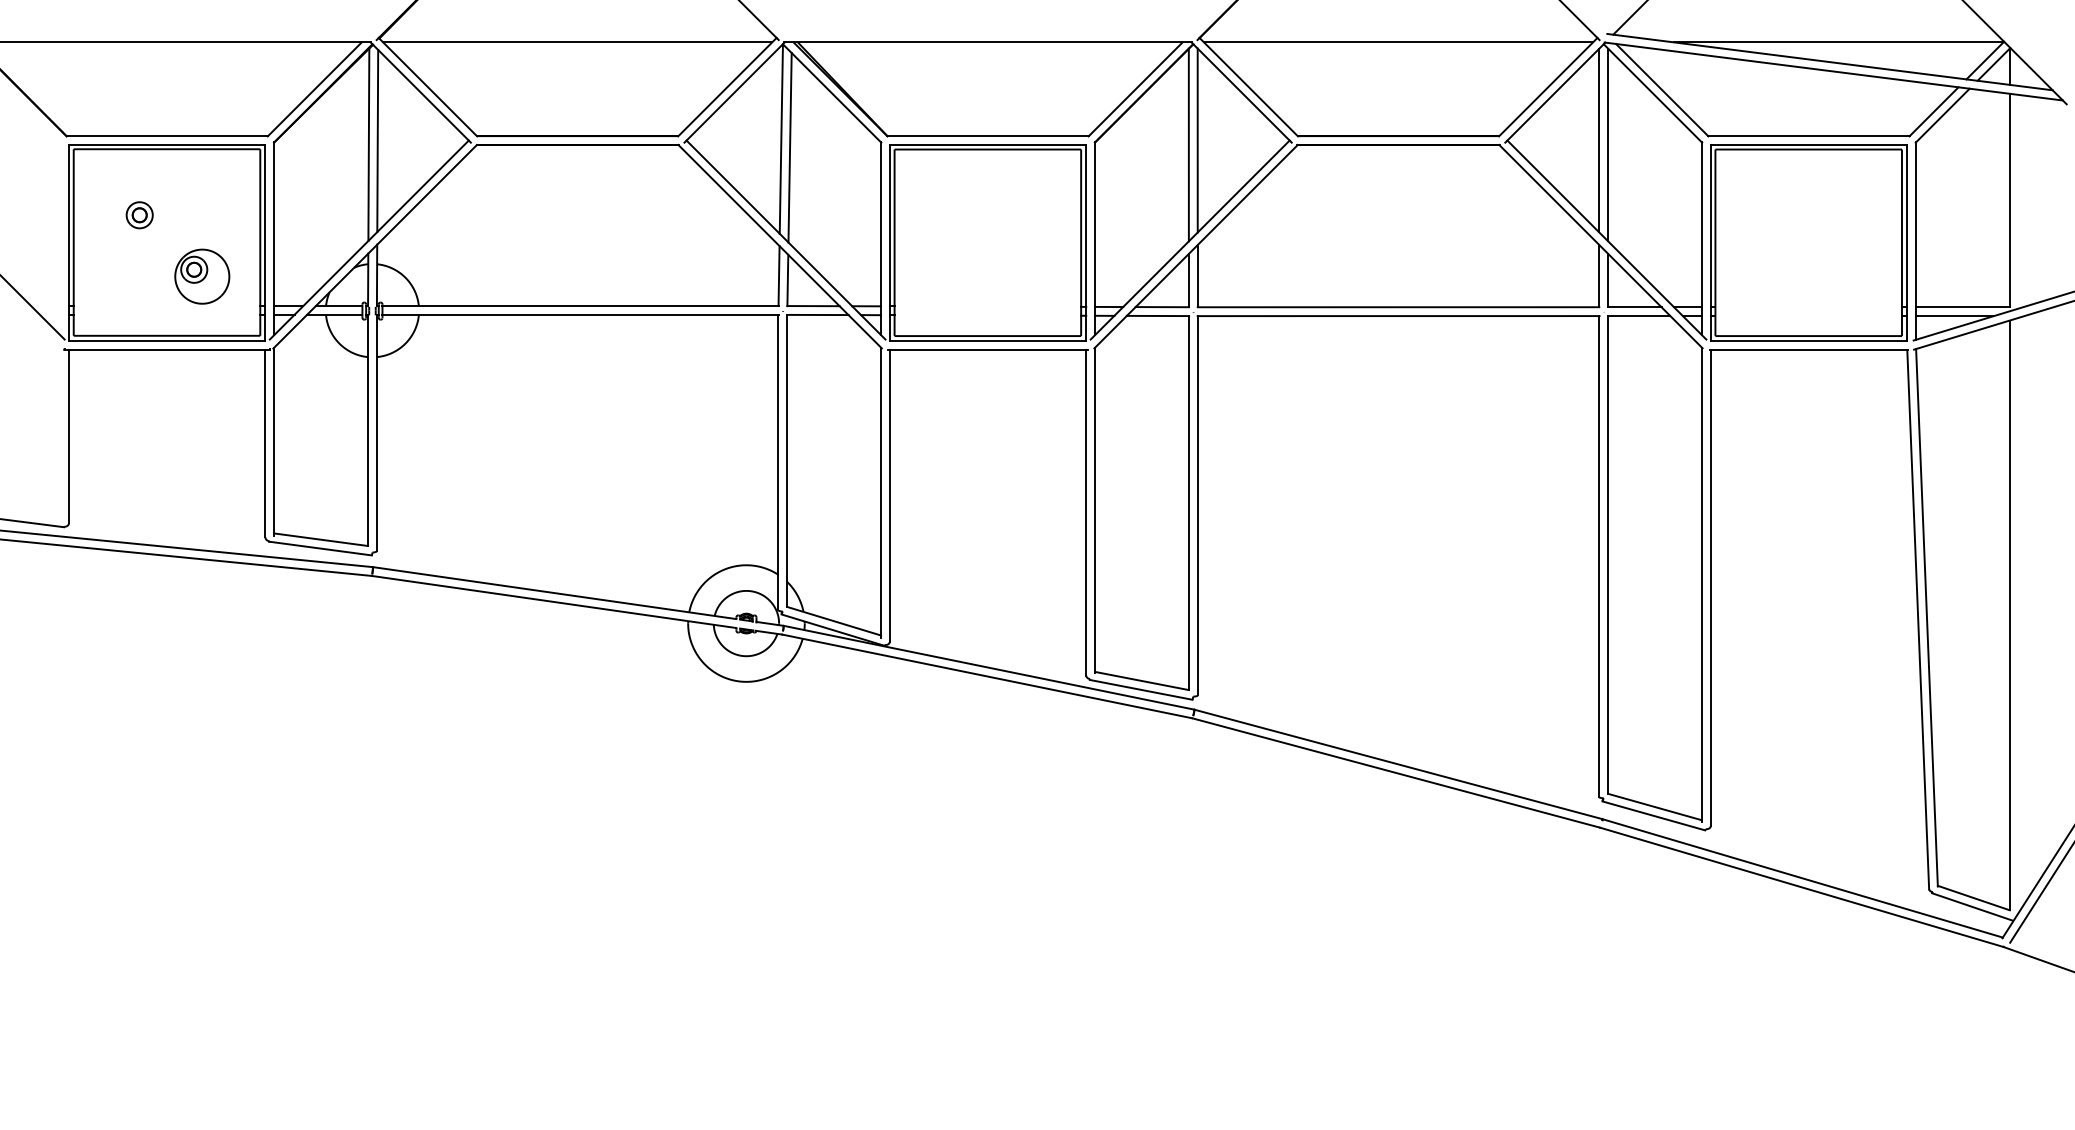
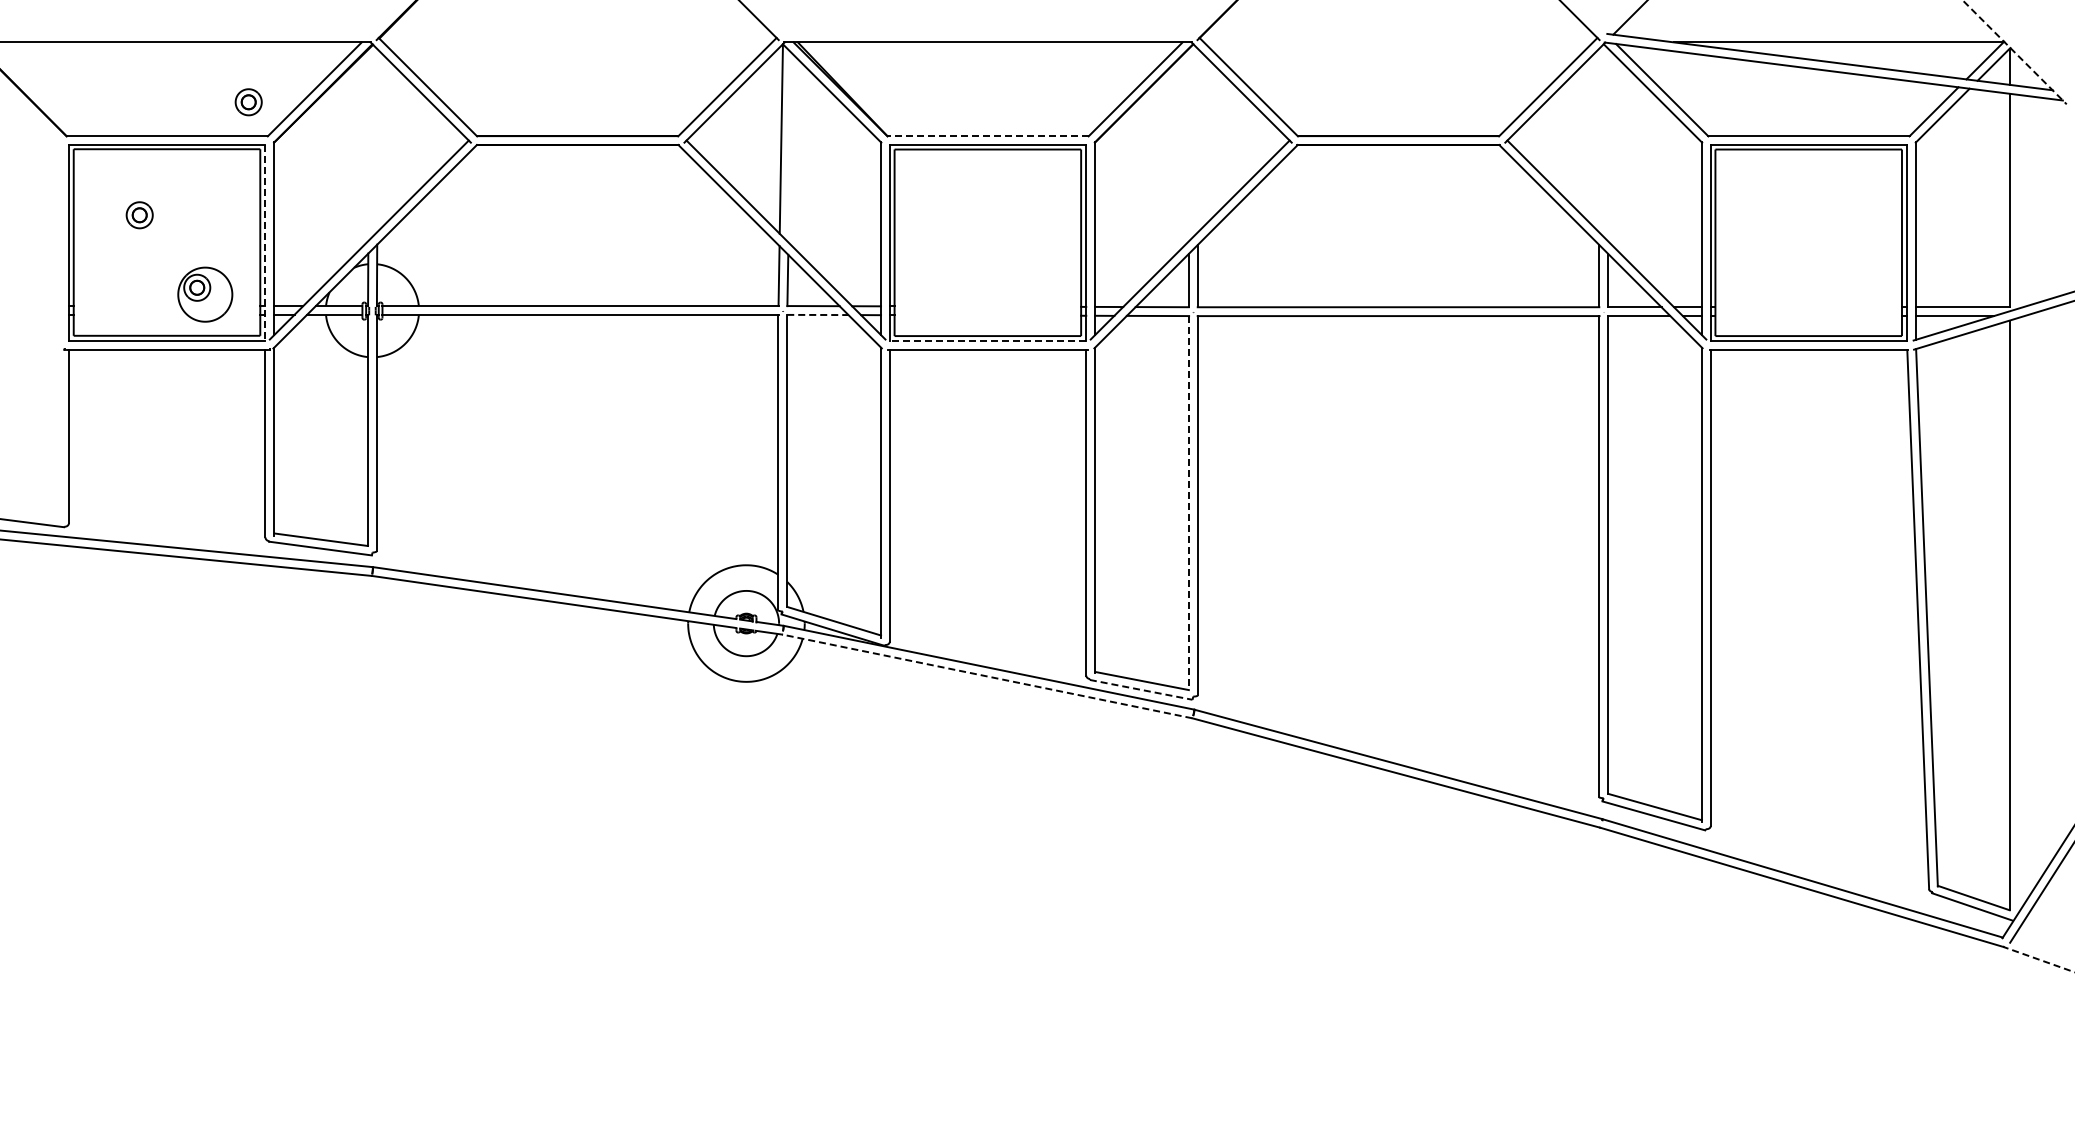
line at (577, 42): present -> none
line at (1398, 42): present -> none
line at (2015, 52): solid -> dashed
part at (248, 102): none -> present
line at (988, 136): solid -> dashed
line at (377, 140): present -> none
line at (1197, 140): present -> none
line at (1599, 140): present -> none
line at (368, 144): present -> none
line at (1188, 144): present -> none
line at (1608, 144): present -> none
line at (789, 147): present -> none
line at (265, 243): solid -> dashed
part at (202, 276) position: (202, 276) -> (205, 294)
line at (33, 308): present -> none
line at (817, 314): solid -> dashed
line at (987, 341): solid -> dashed
line at (1188, 503): solid -> dashed
line at (986, 676): solid -> dashed
line at (1141, 689): solid -> dashed
line at (2039, 959): solid -> dashed
